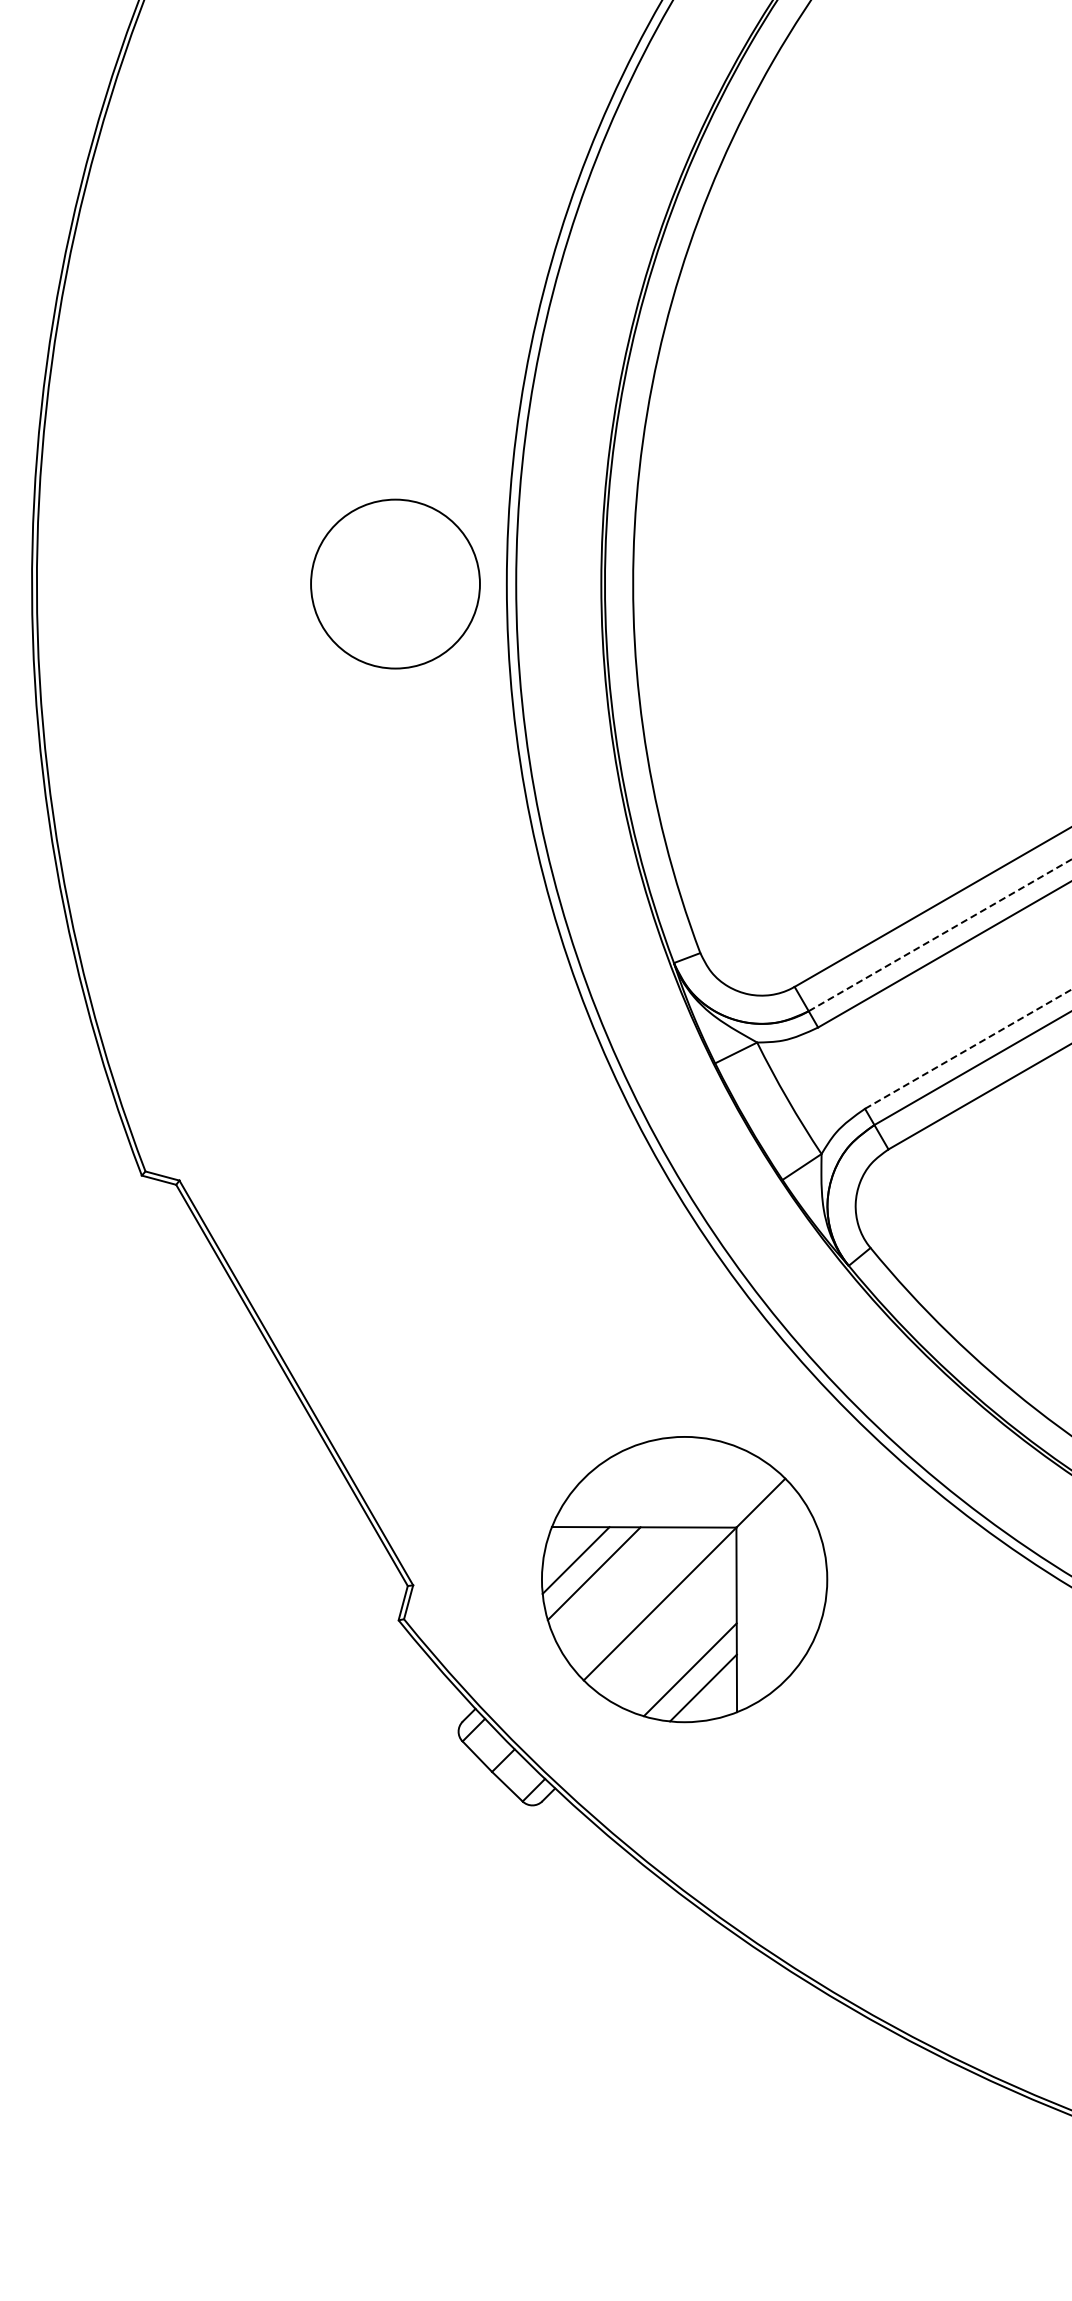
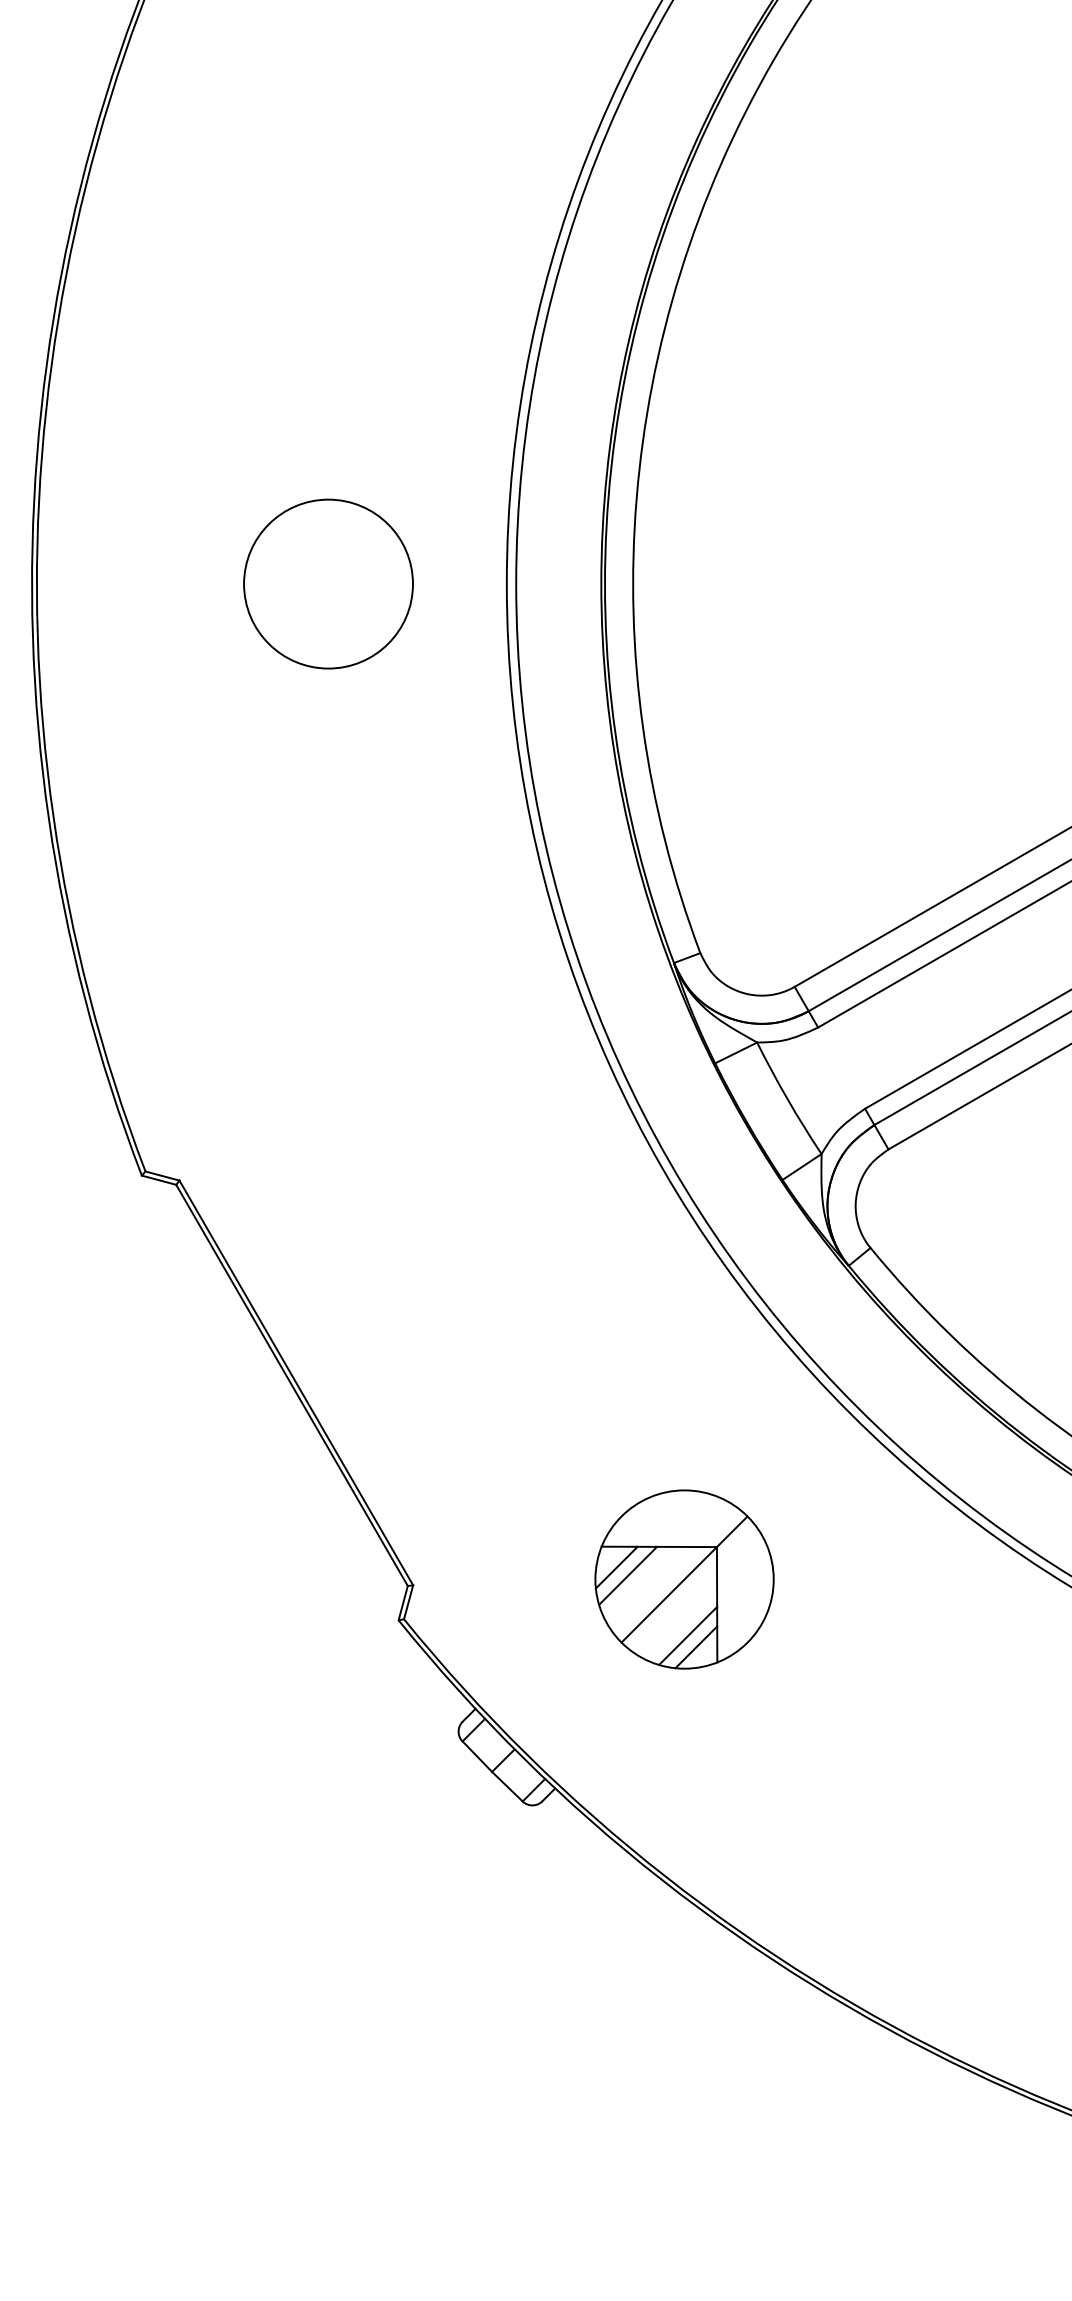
circle at (395, 583) position: (395, 583) -> (328, 583)
line at (940, 935): dashed -> solid
line at (968, 1049): dashed -> solid
part at (684, 1579) size: 288x288 px -> 181x181 px
